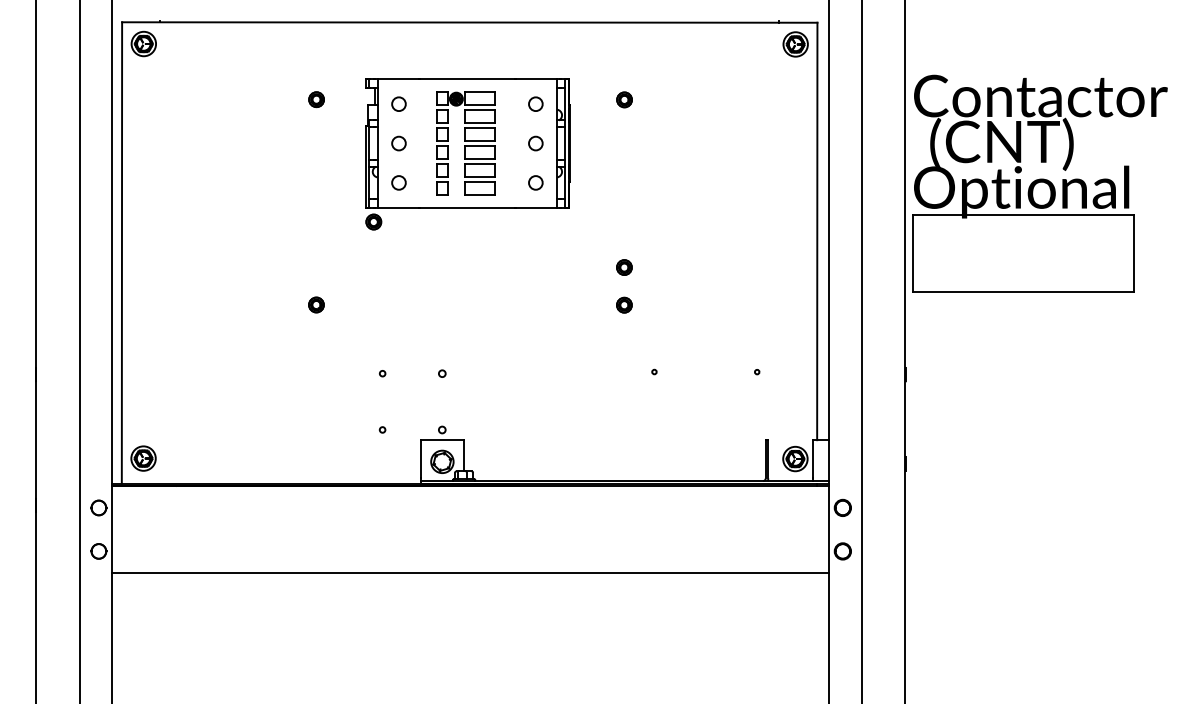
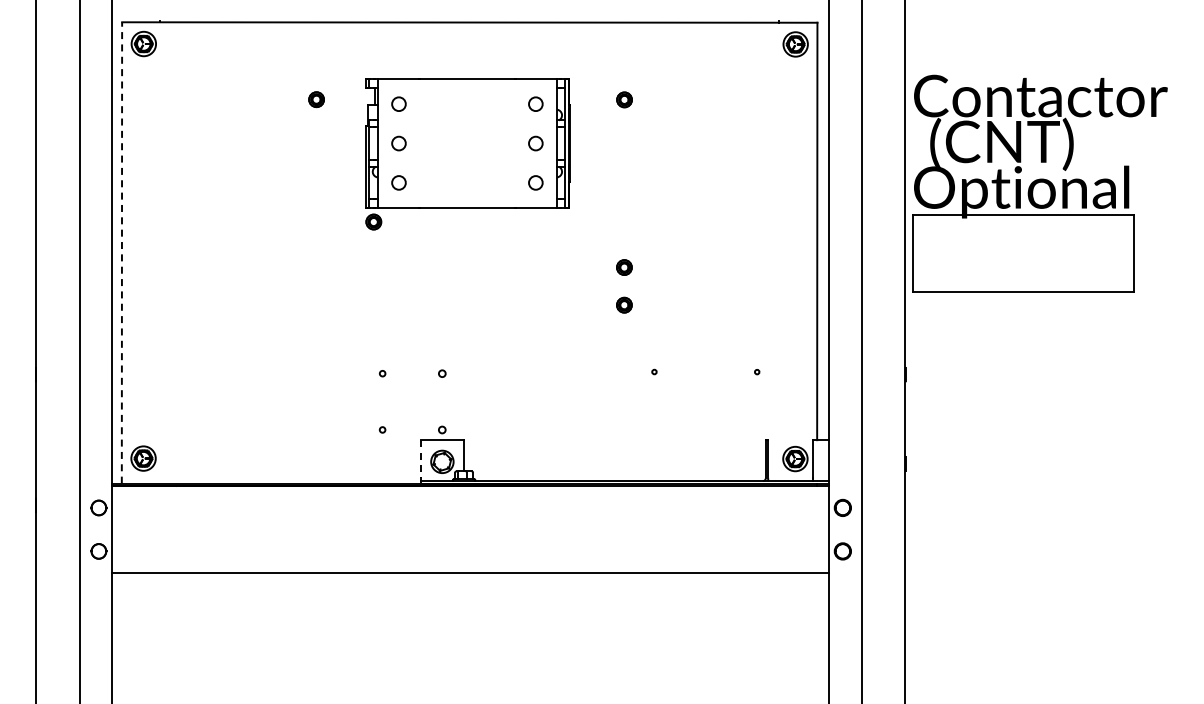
part at (465, 143): present -> none
line at (121, 252): solid -> dashed
part at (316, 304): present -> none
line at (420, 459): solid -> dashed
